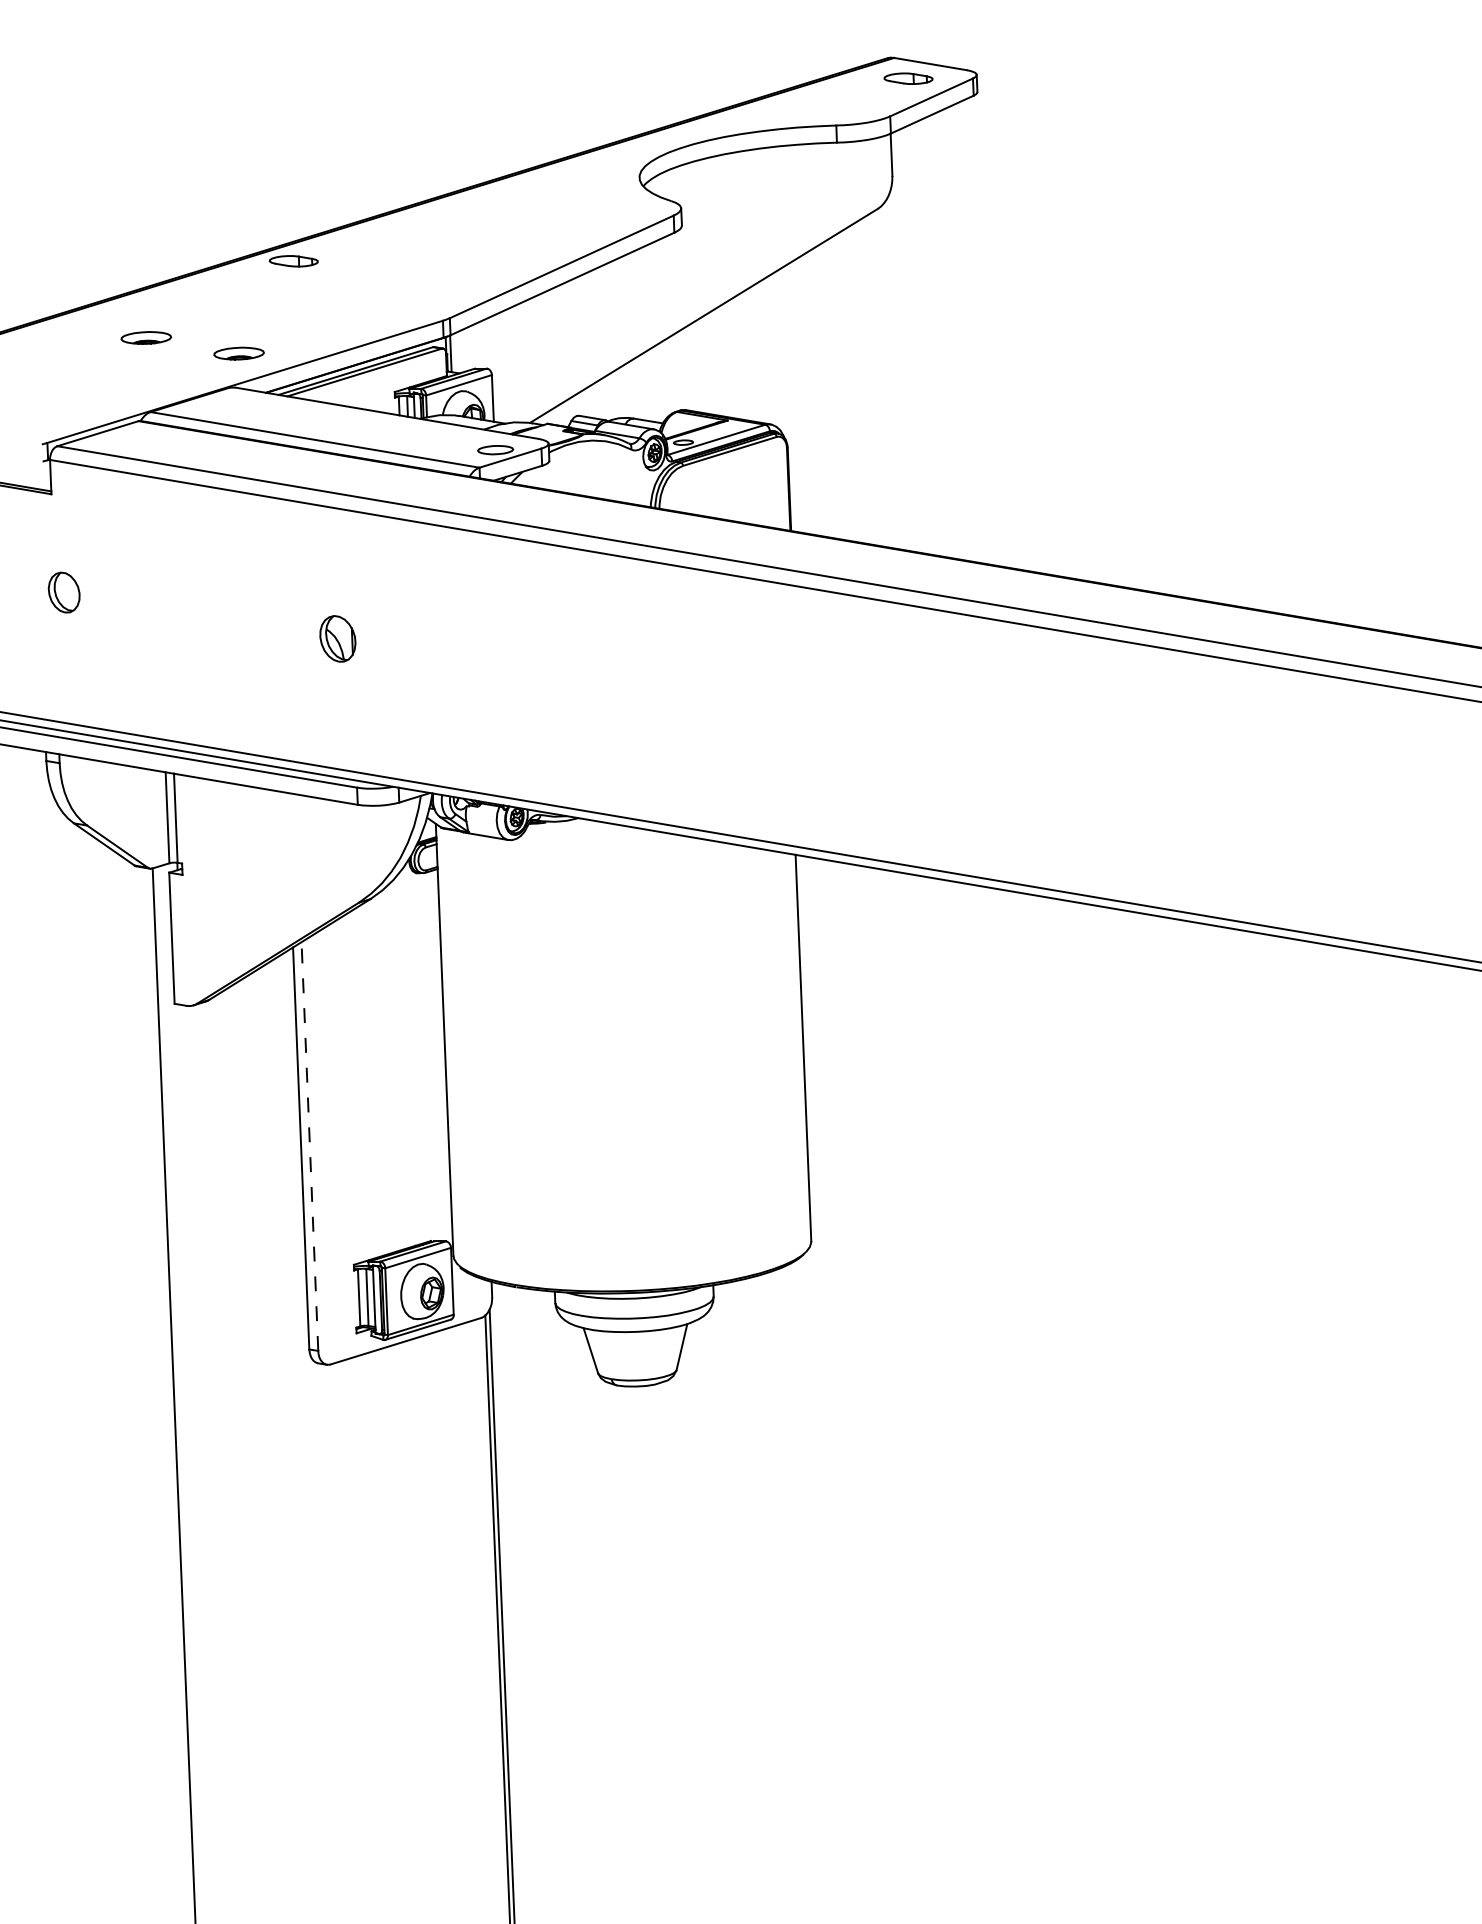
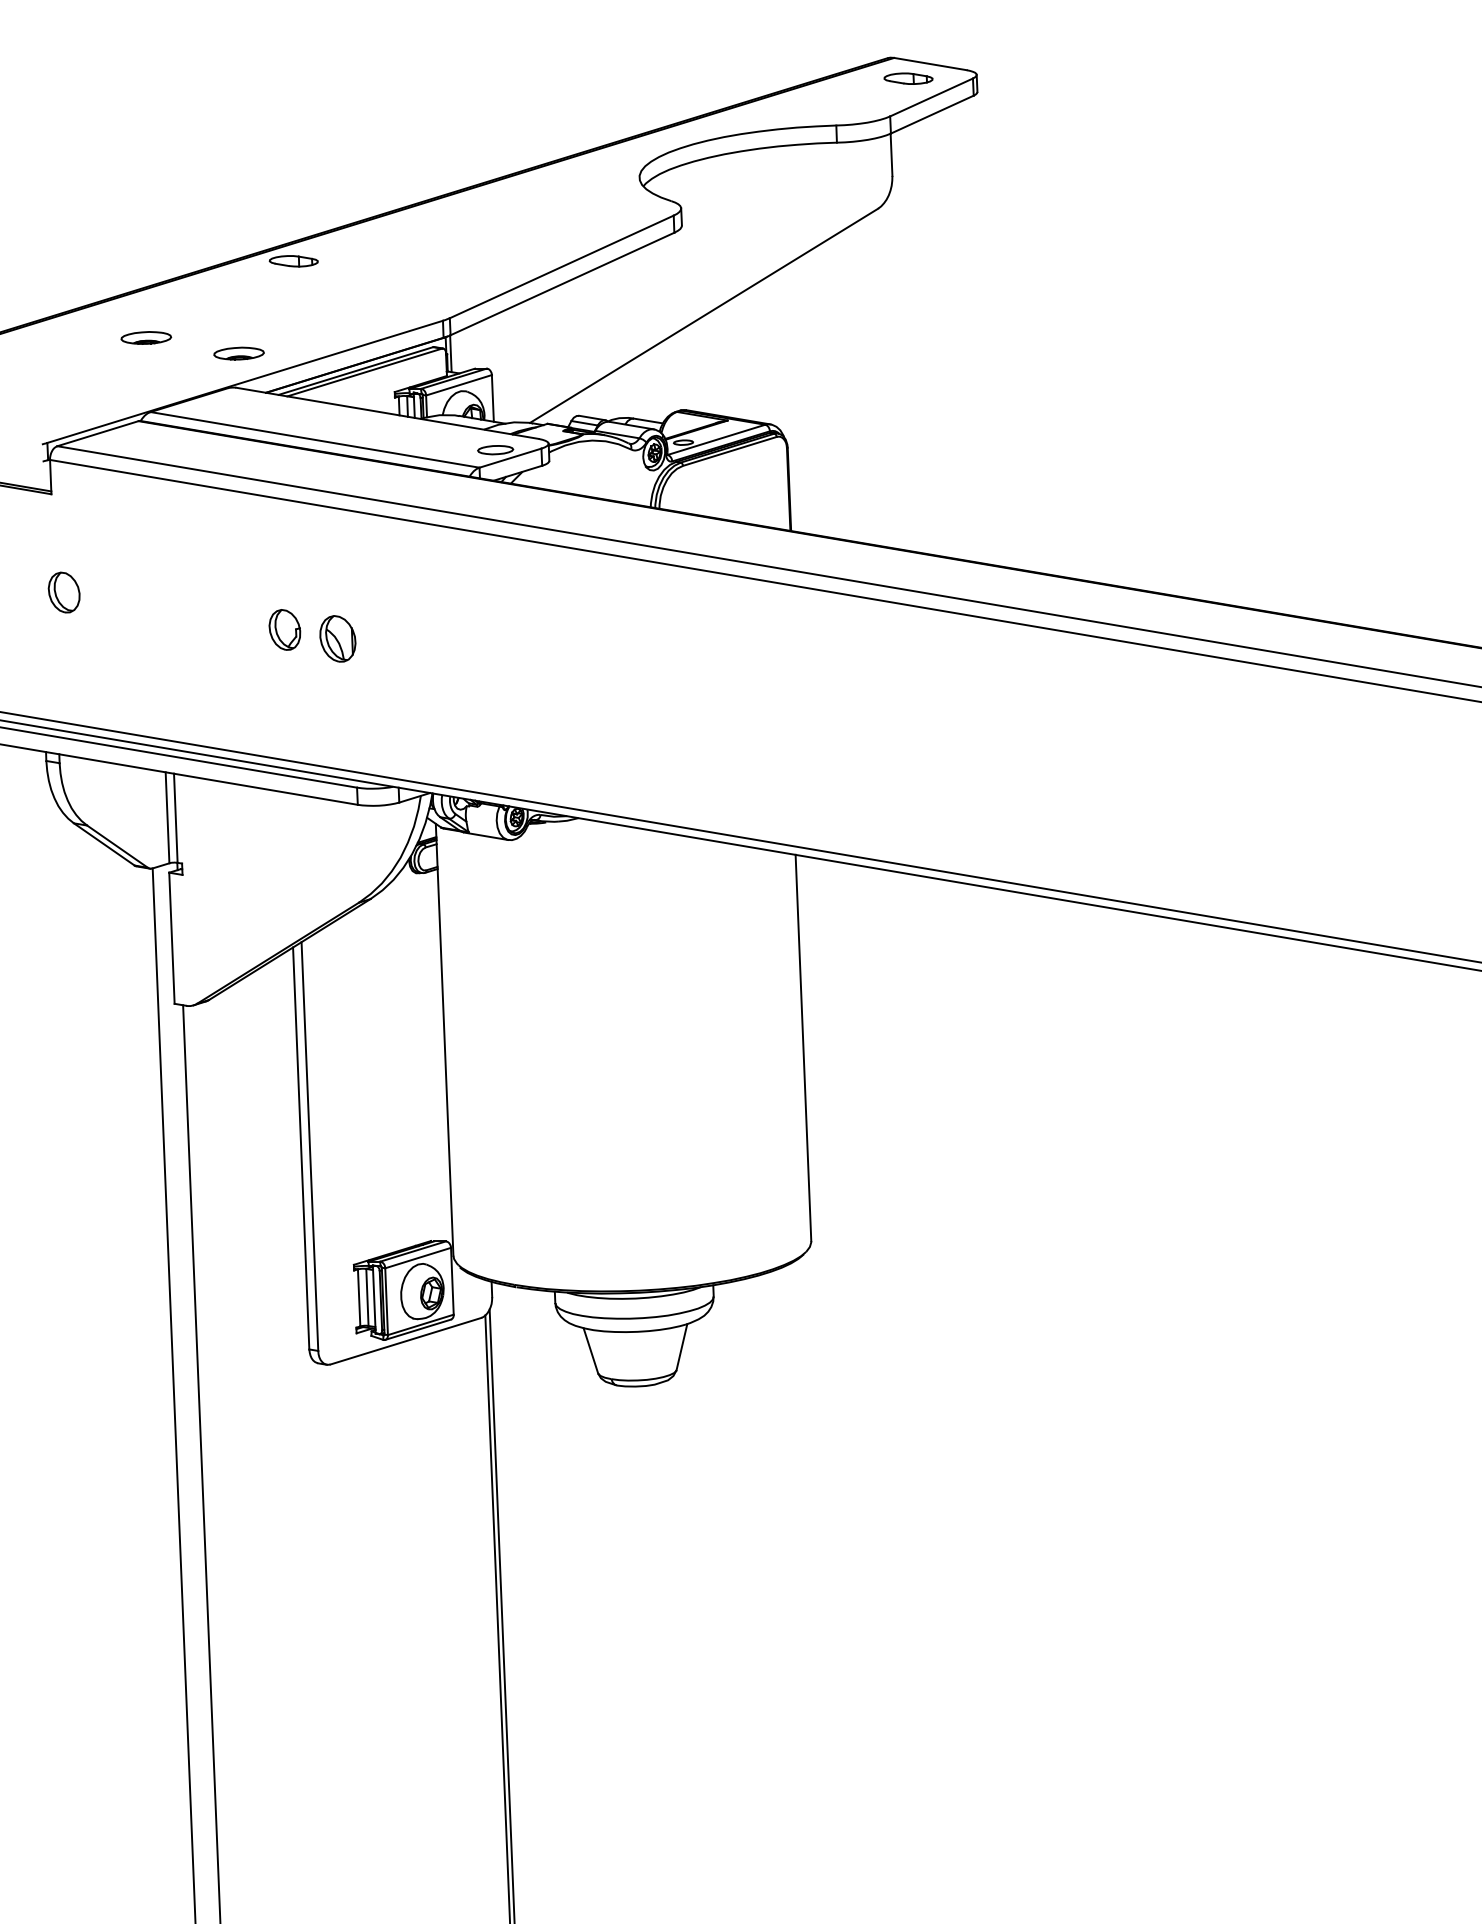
part at (284, 629): none -> present
line at (309, 1146): dashed -> solid
line at (201, 1462): none -> present
